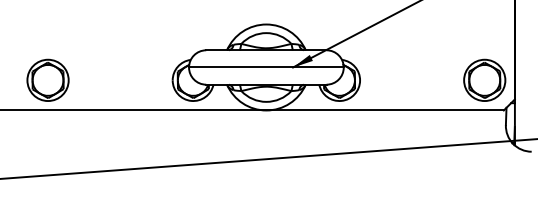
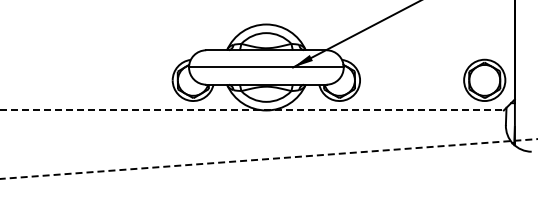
part at (47, 79): present -> none
line at (251, 110): solid -> dashed
line at (268, 159): solid -> dashed
